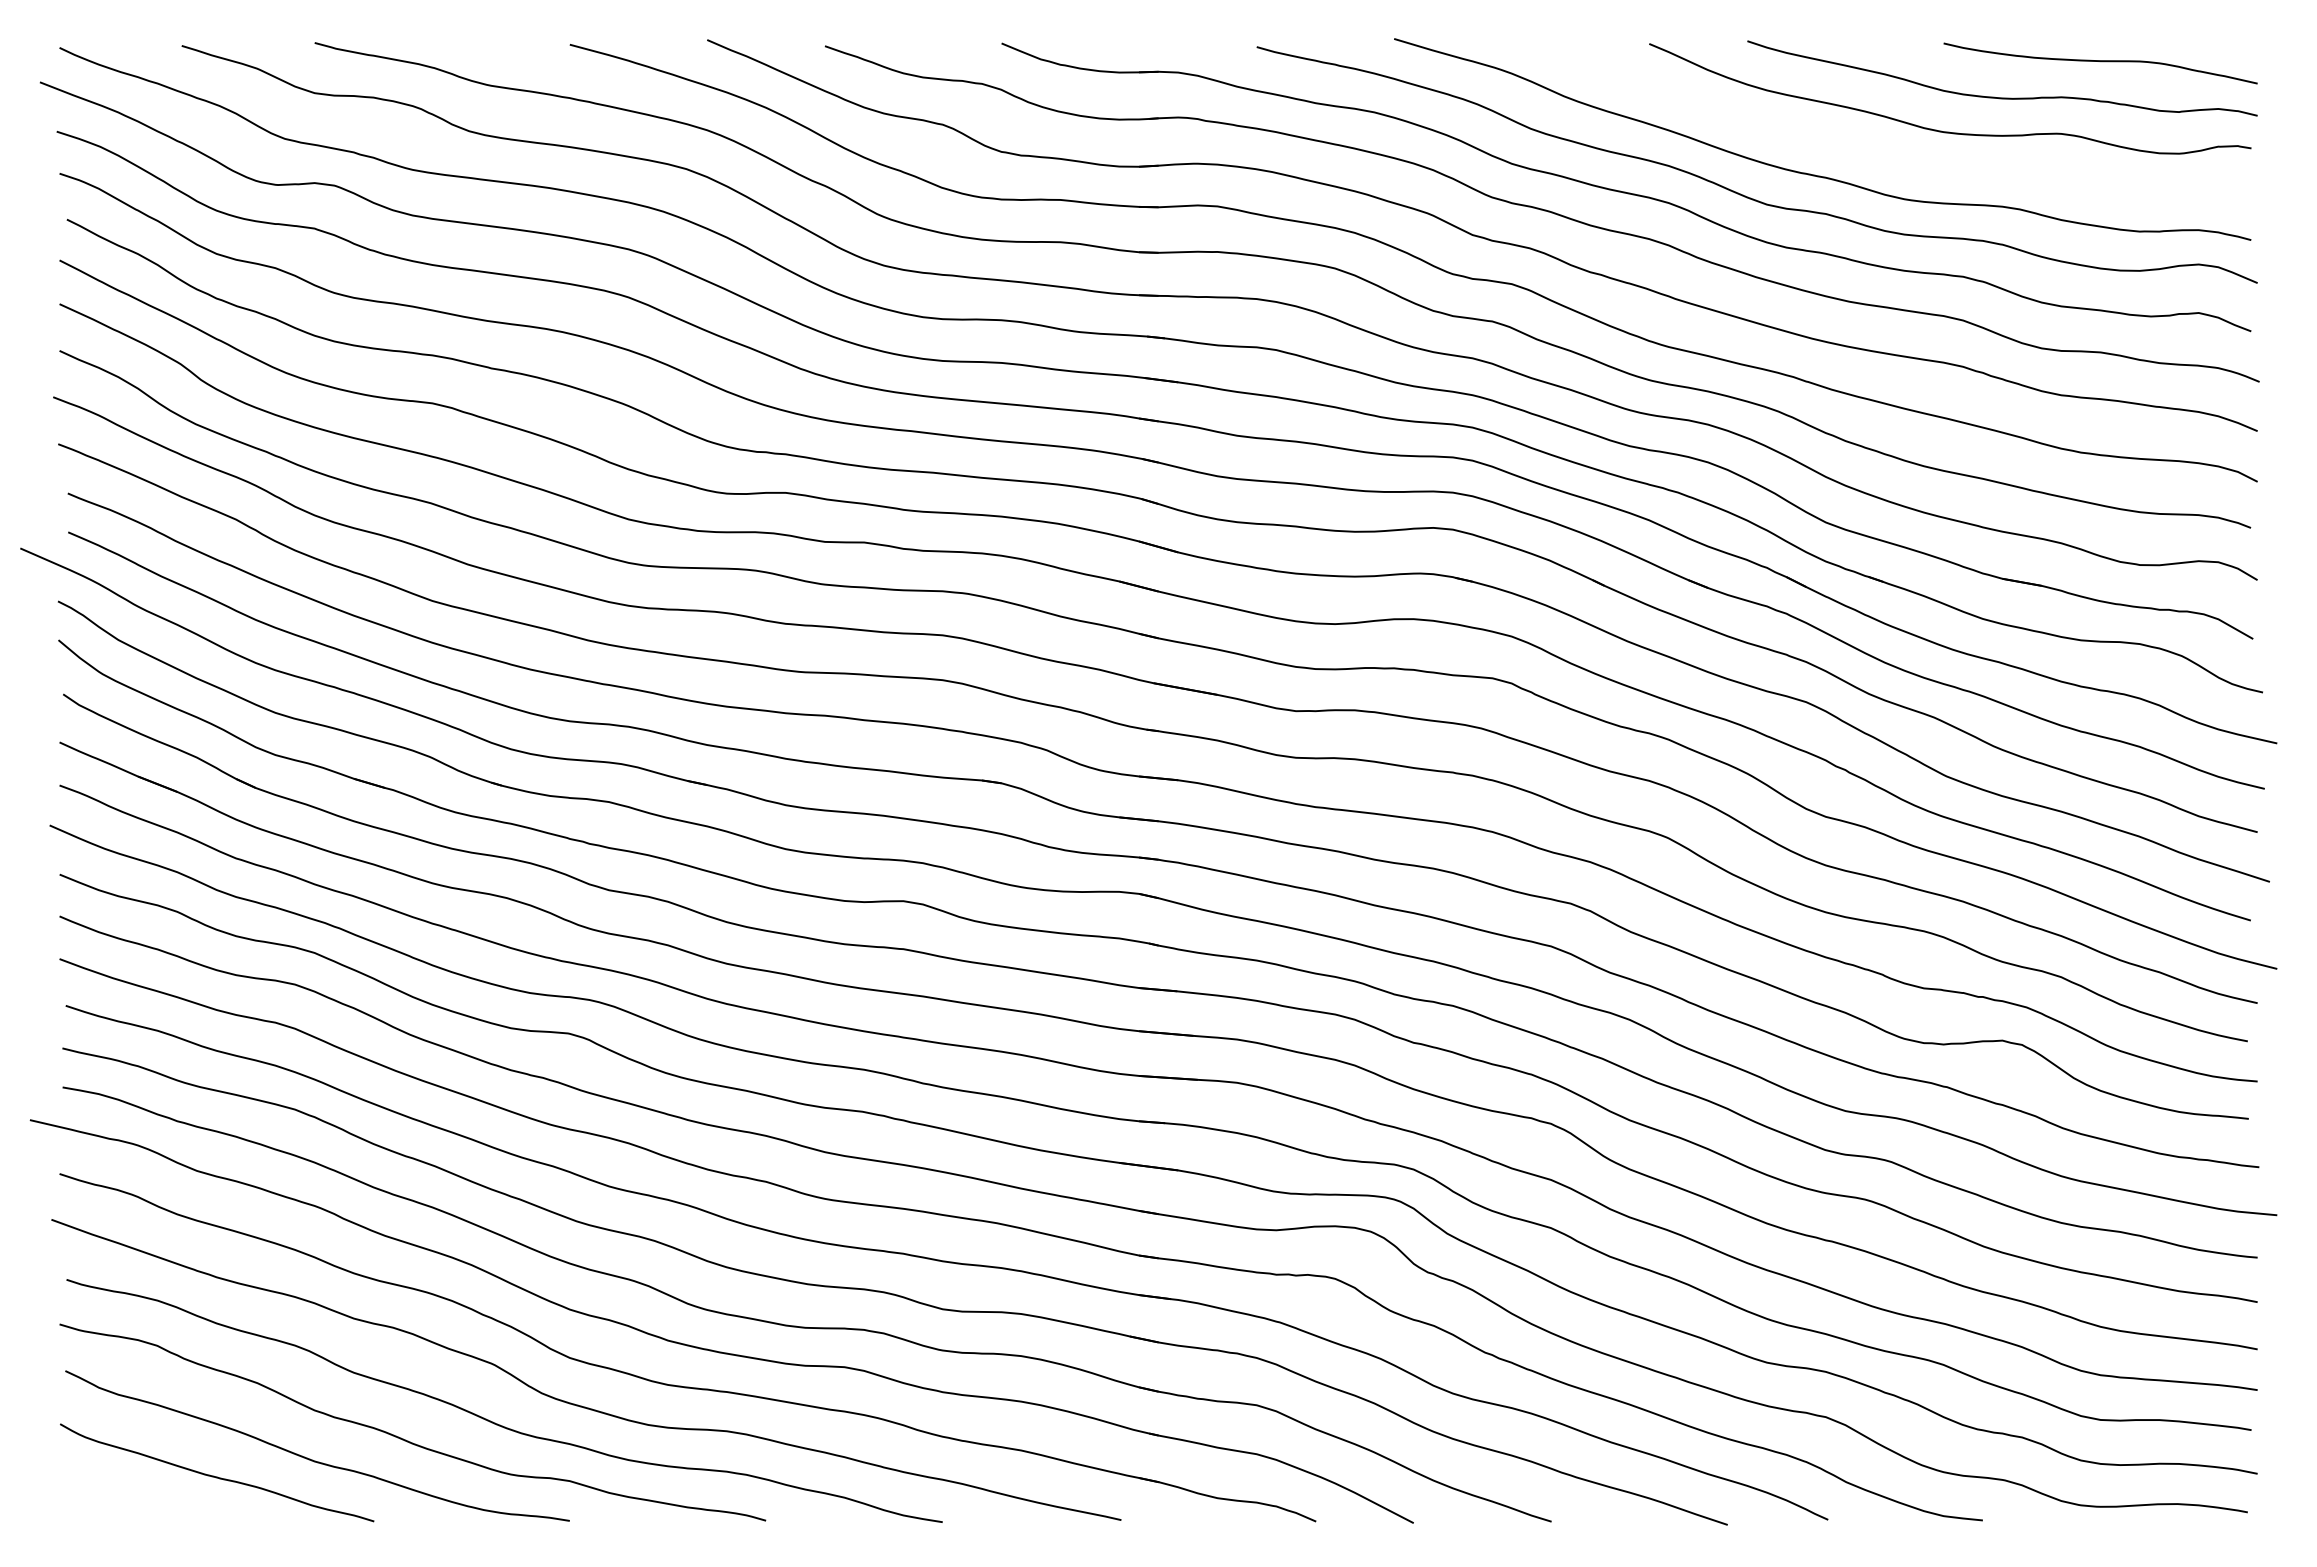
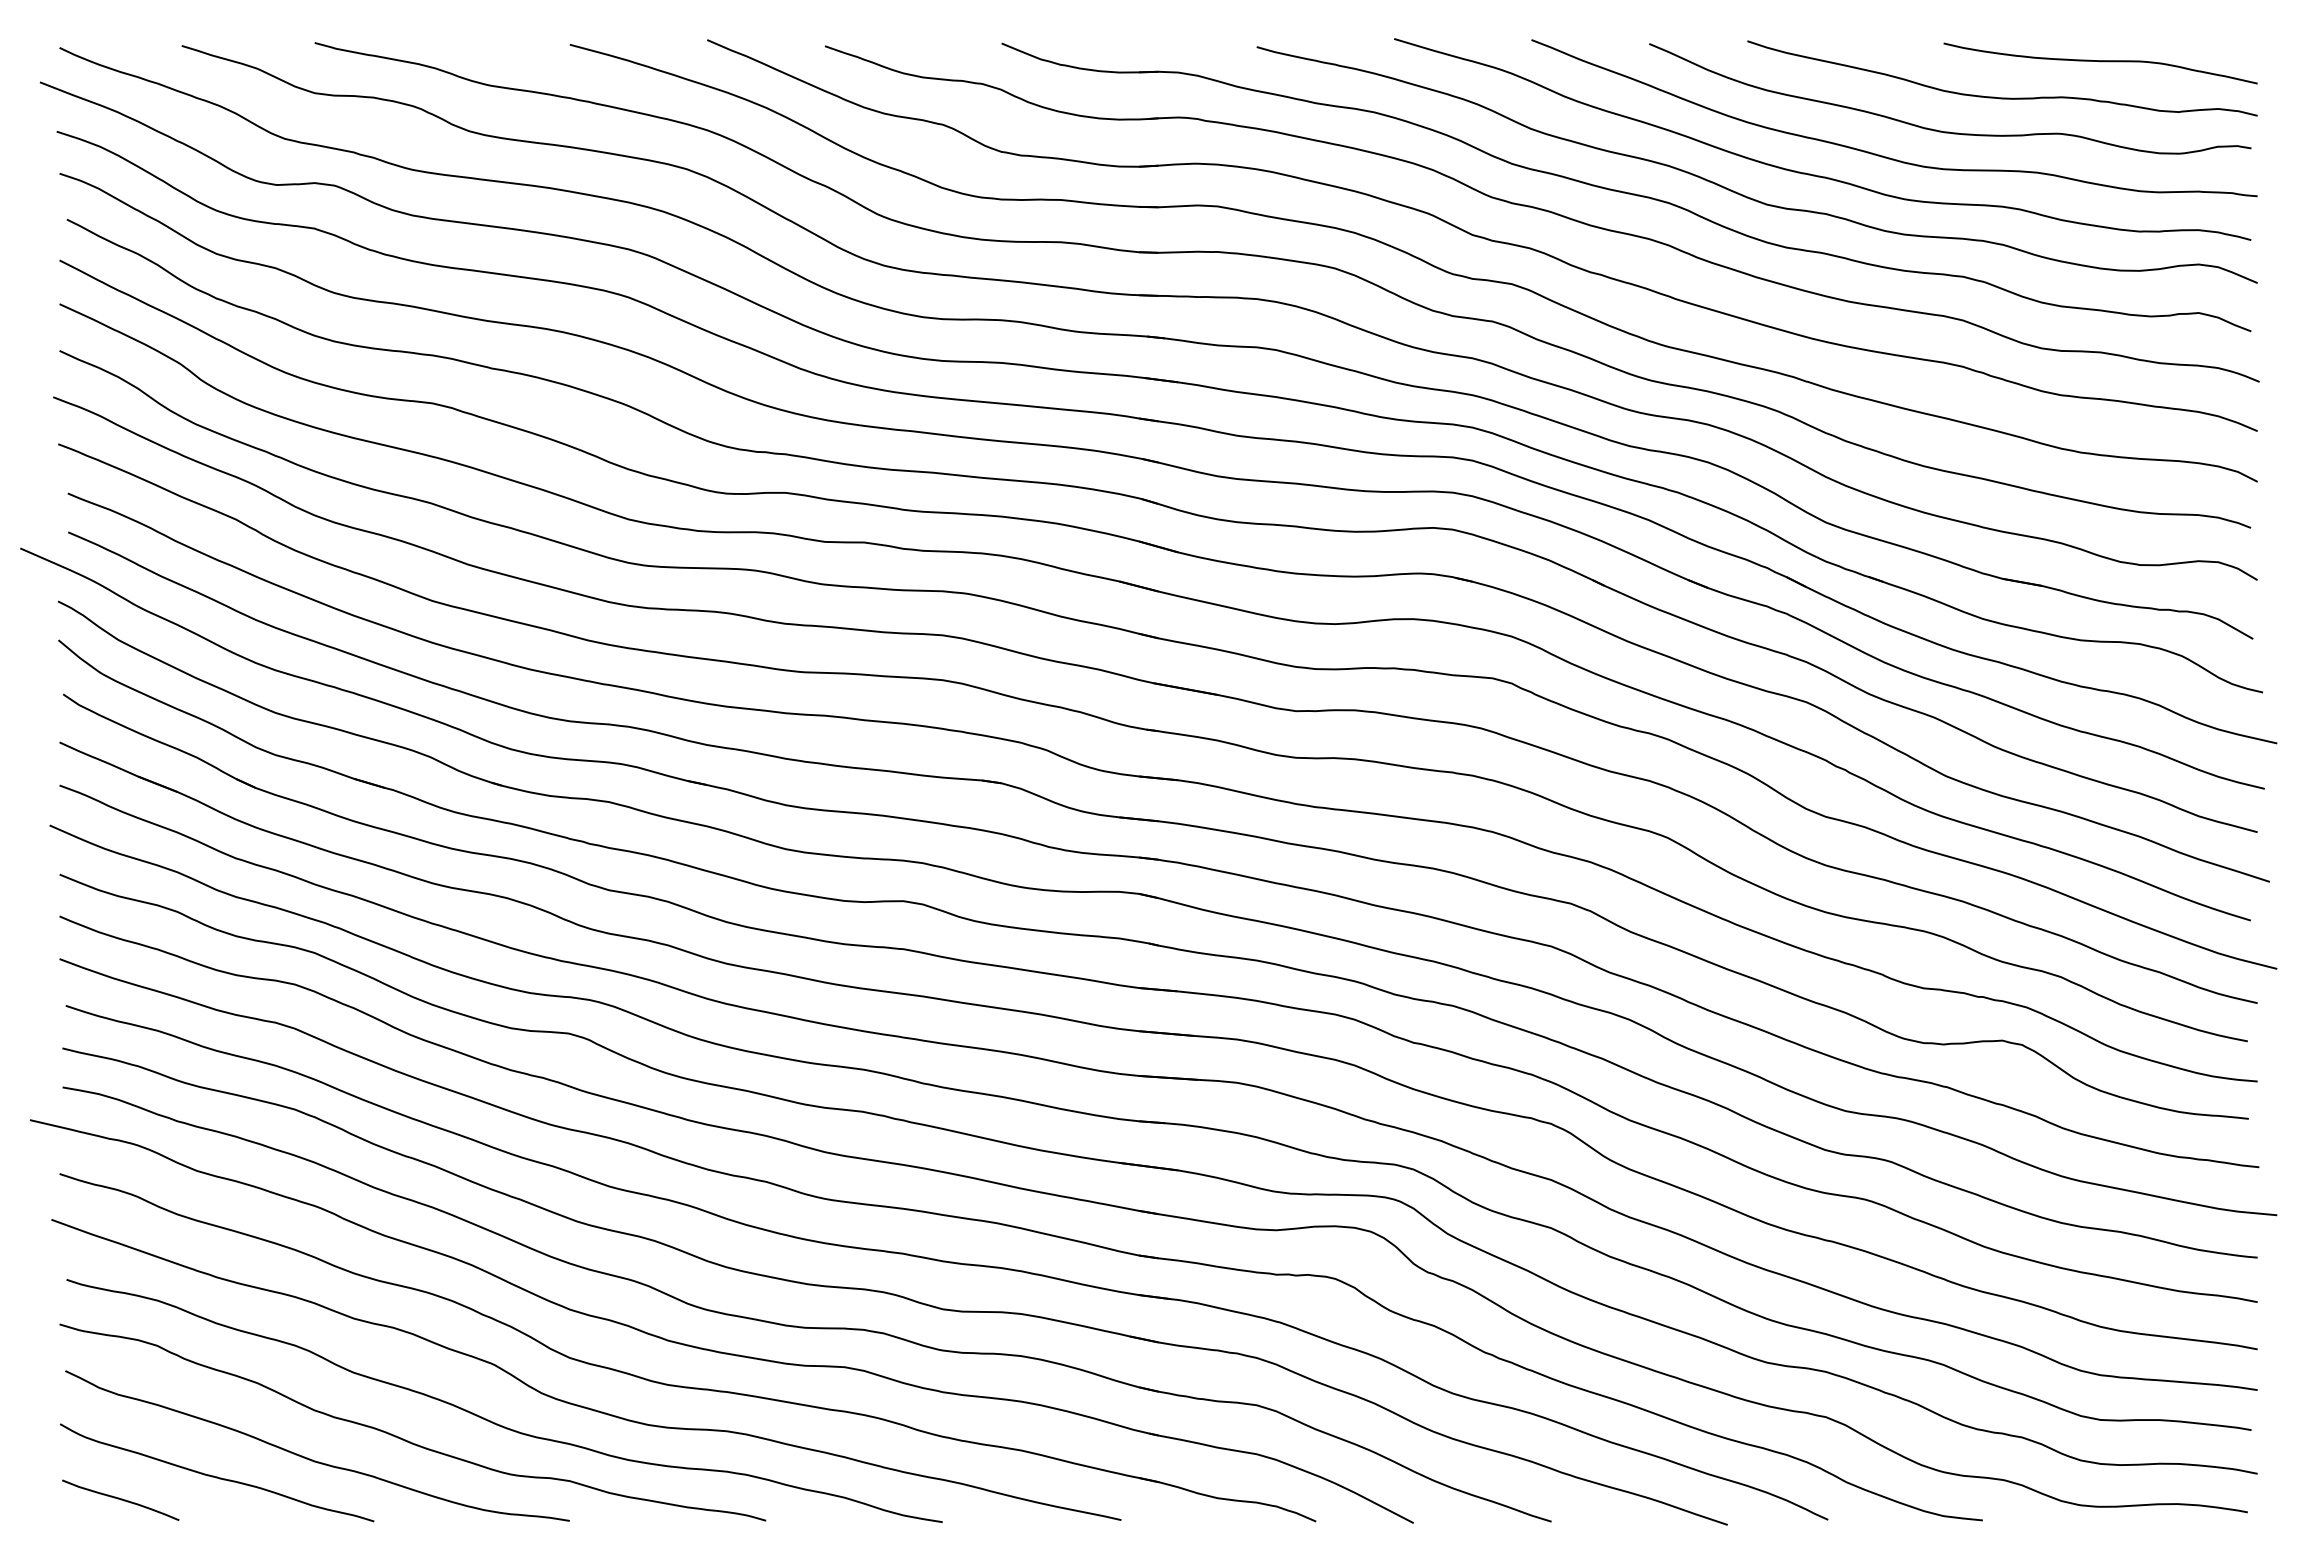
curve at (1886, 156): none -> present
curve at (120, 1499): none -> present
